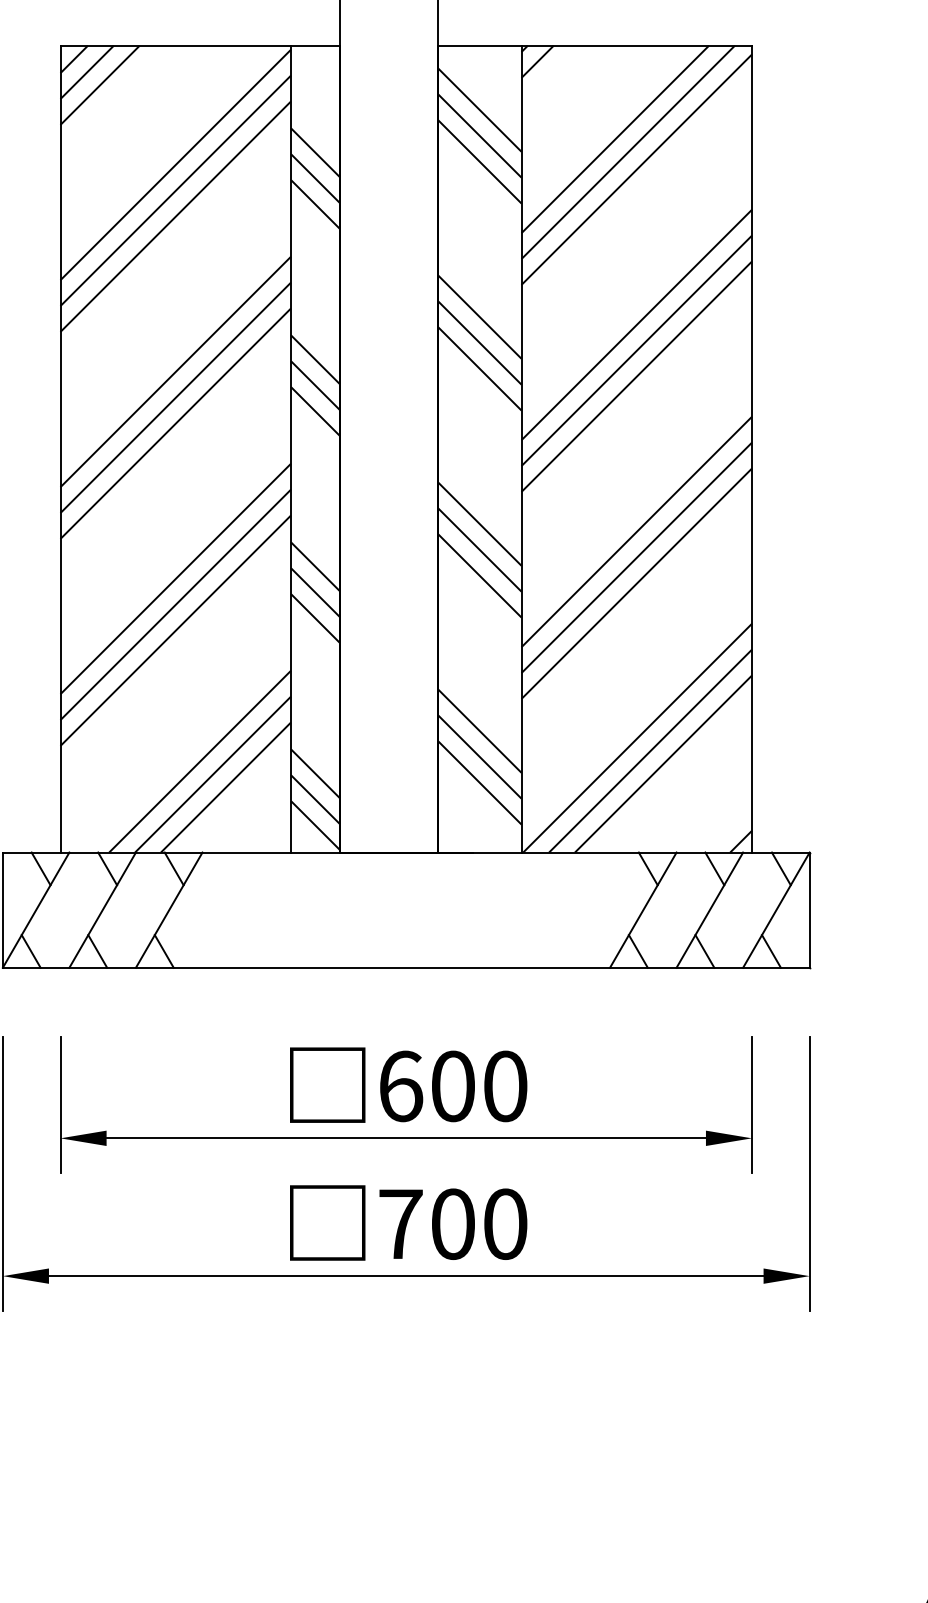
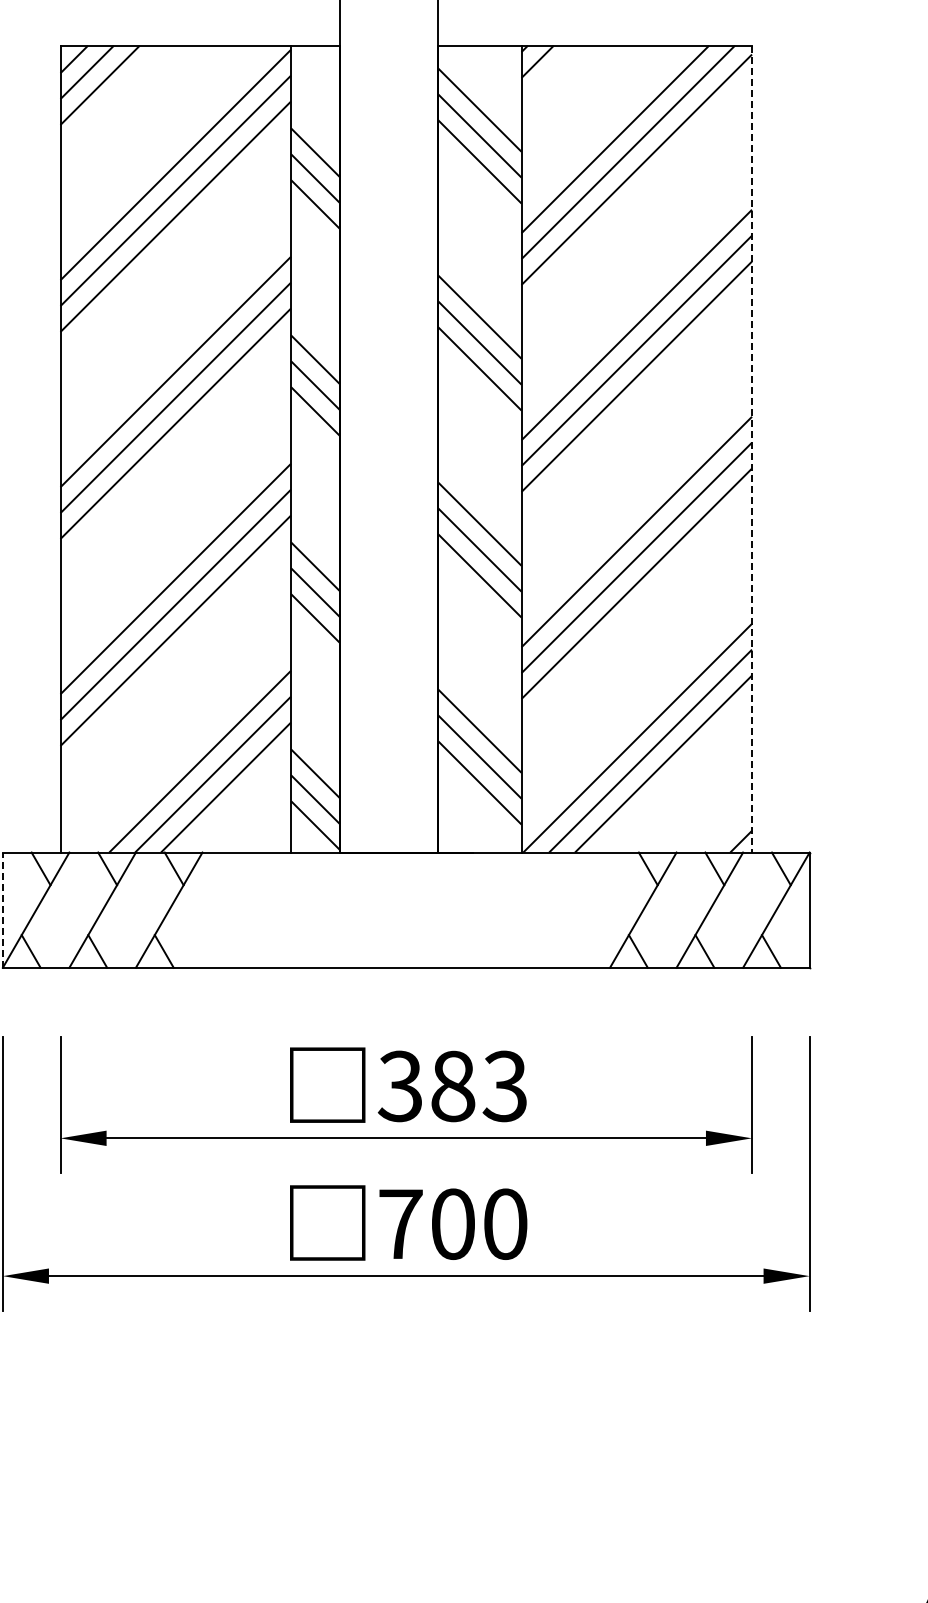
line at (752, 449): solid -> dashed
line at (2, 910): solid -> dashed
text at (452, 1086): 600 -> 383
